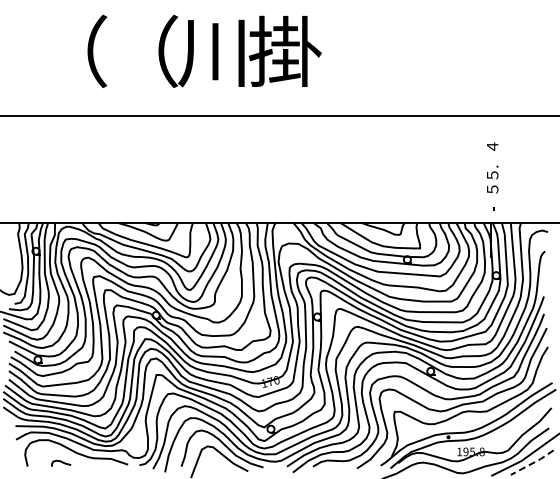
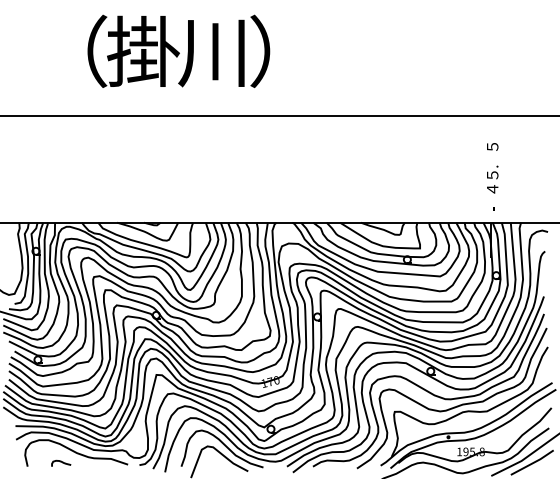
text at (143, 50): （ -> 掛
text at (284, 51): 掛 -> ）
text at (492, 146): ４ -> ５
text at (492, 189): ５ -> ４
line at (532, 463): dashed -> solid
